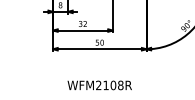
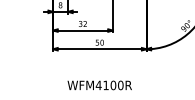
text at (109, 85): WFM2108R -> WFM4100R
